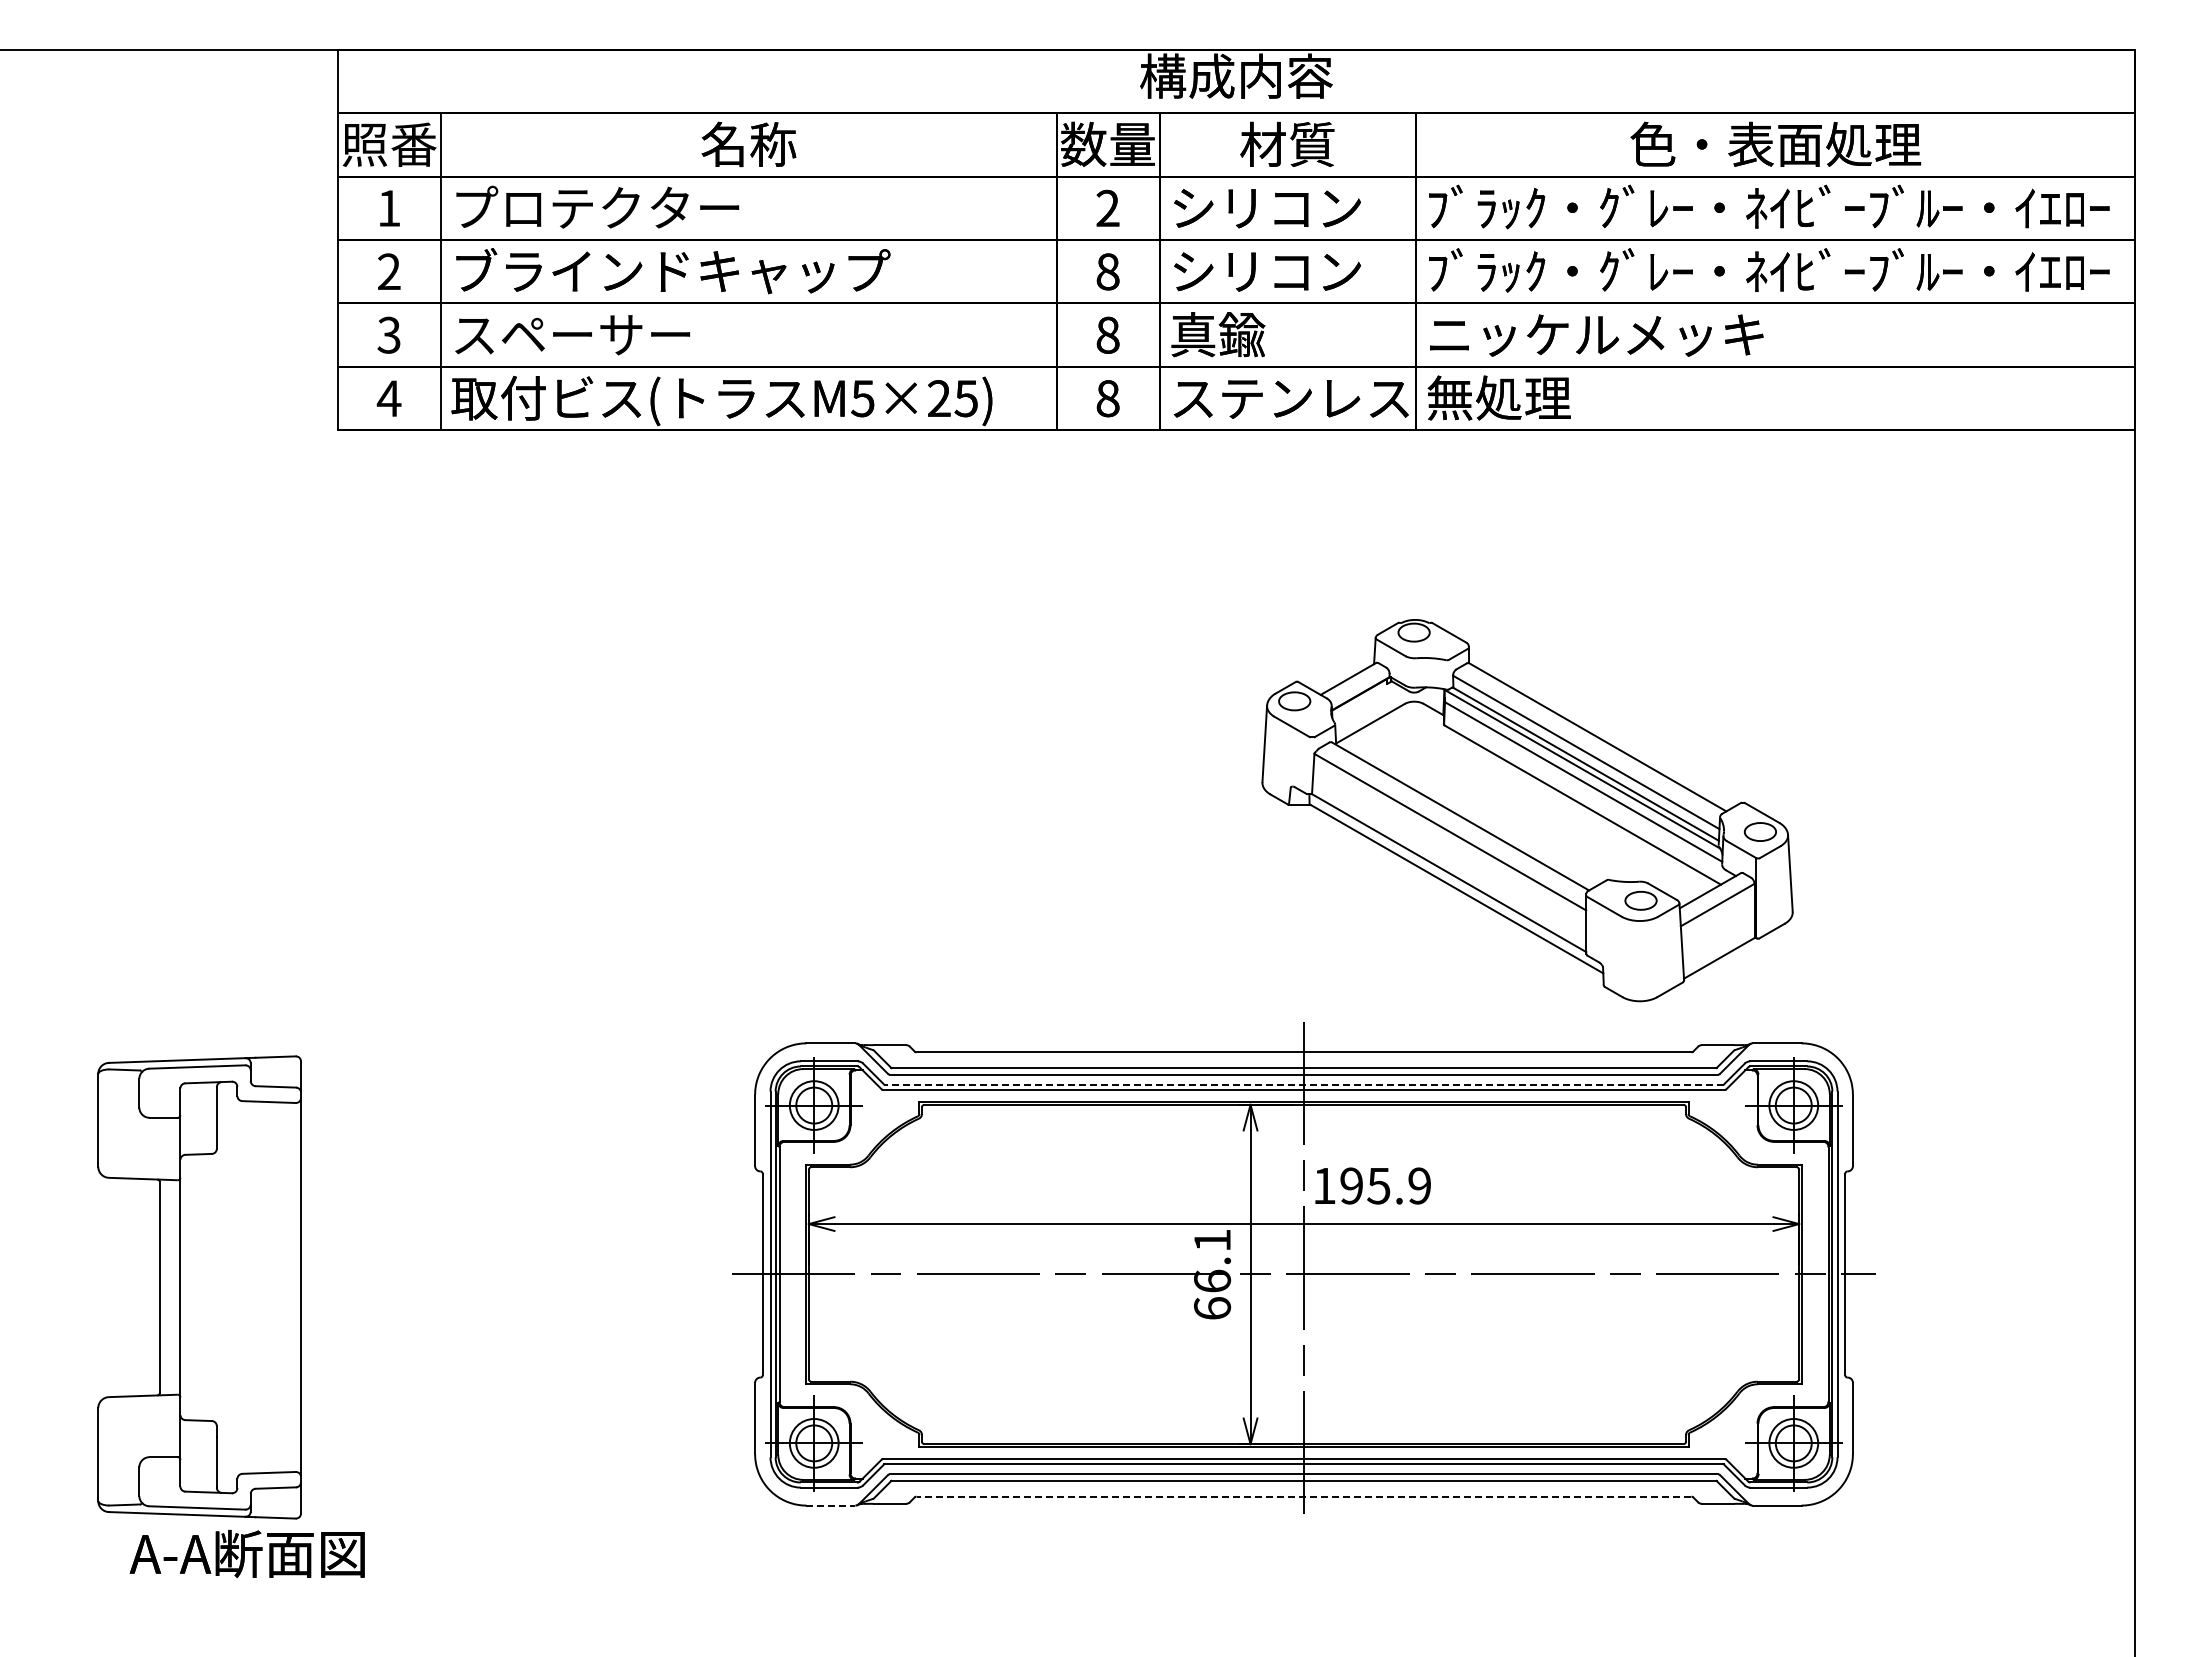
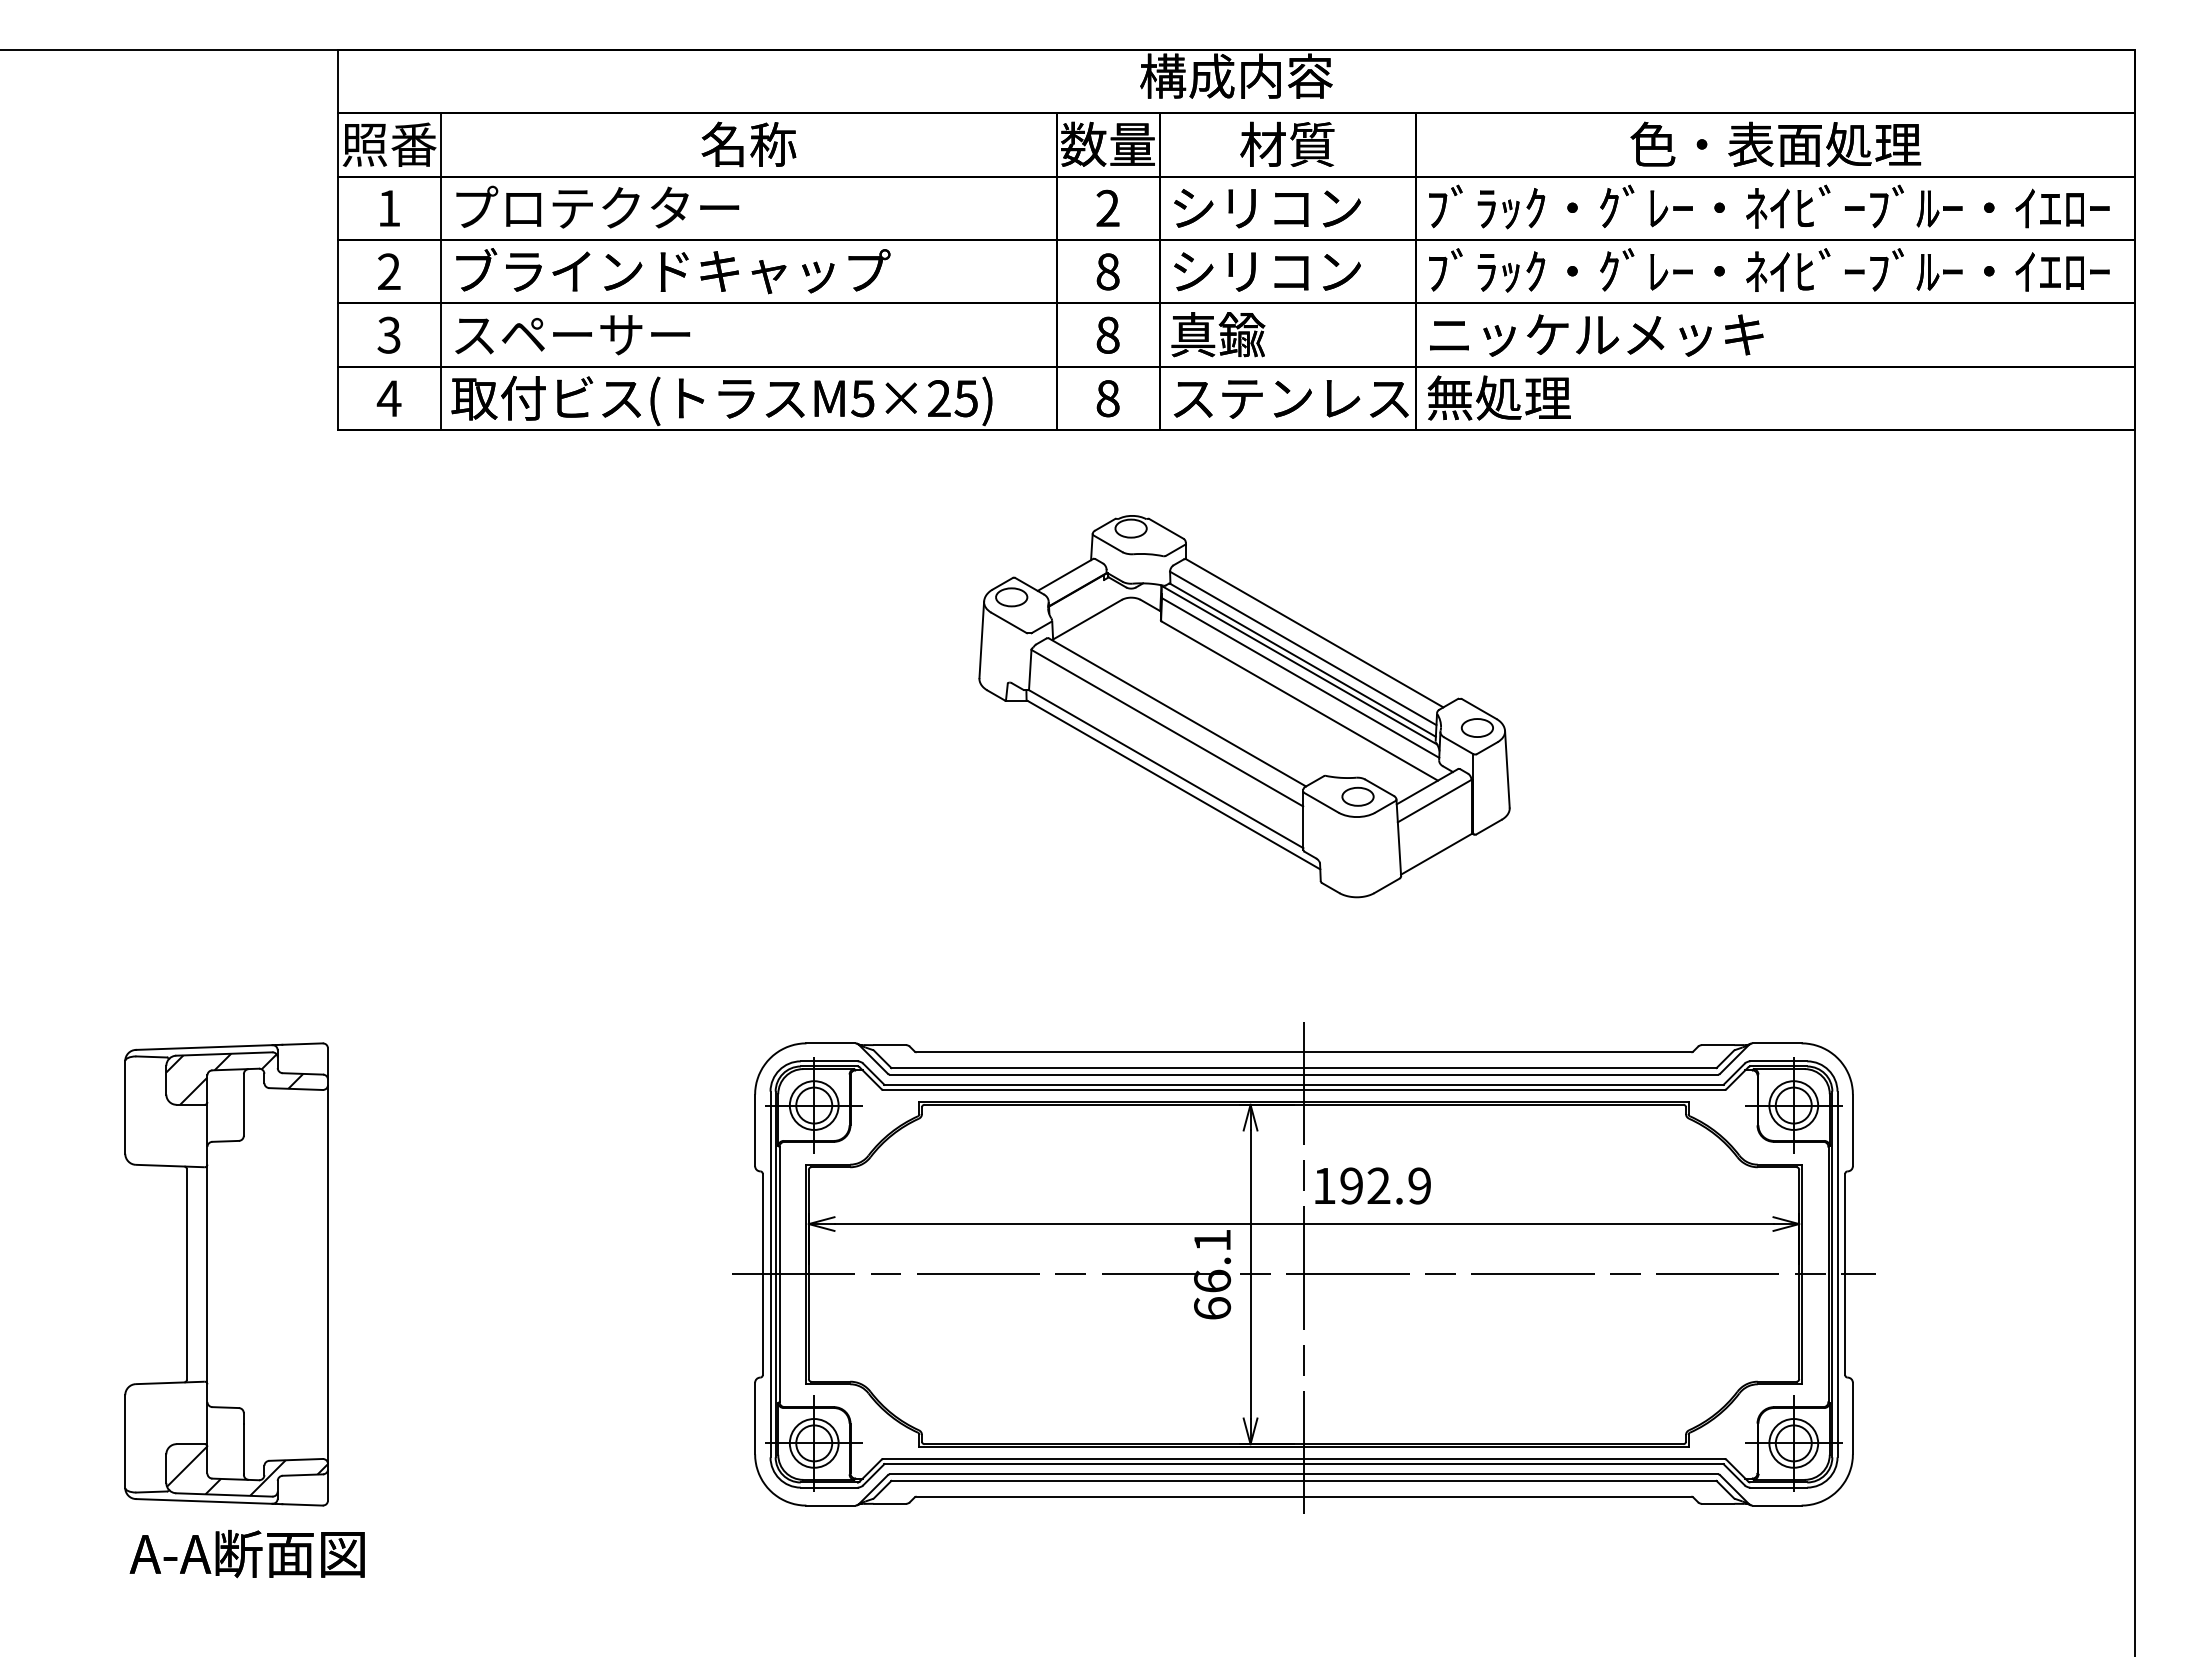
part at (1527, 810) position: (1527, 810) -> (1244, 706)
line at (1304, 1084): dashed -> solid
text at (1378, 1185): 195.9 -> 192.9
part at (199, 1287) position: (199, 1287) -> (226, 1274)
line at (1303, 1496): dashed -> solid
line at (831, 1505): dashed -> solid
